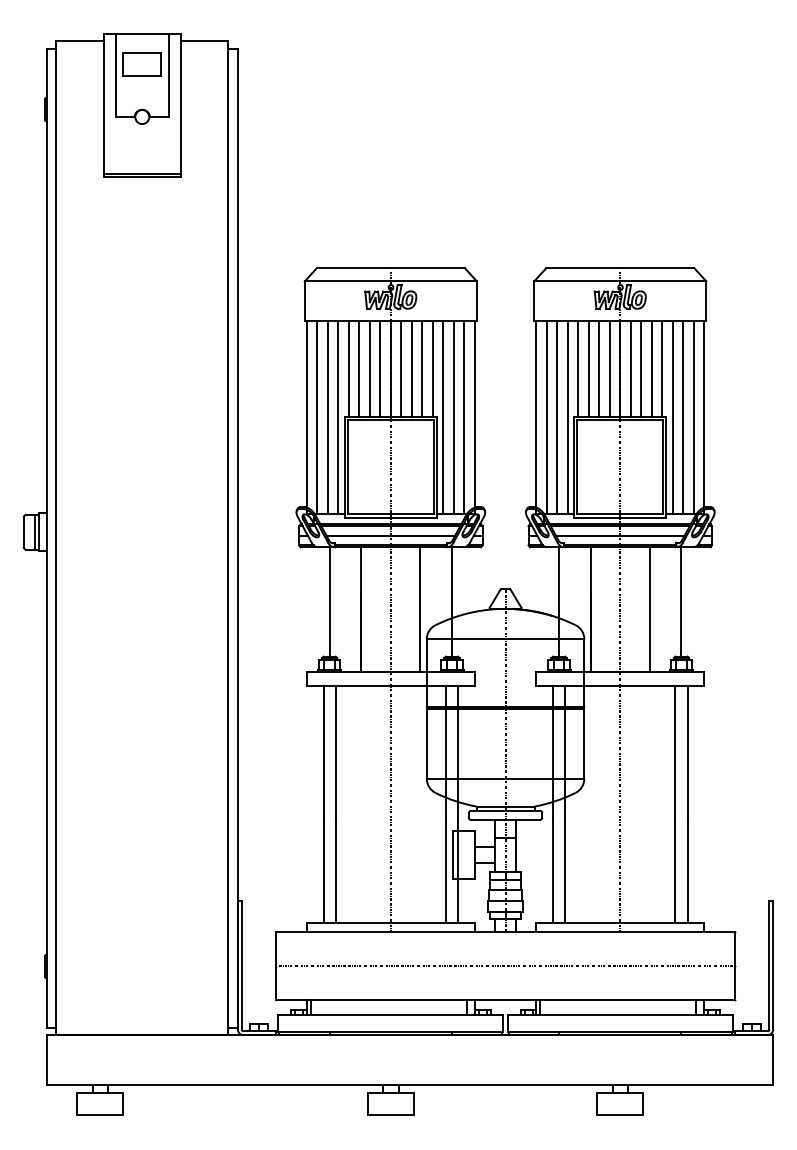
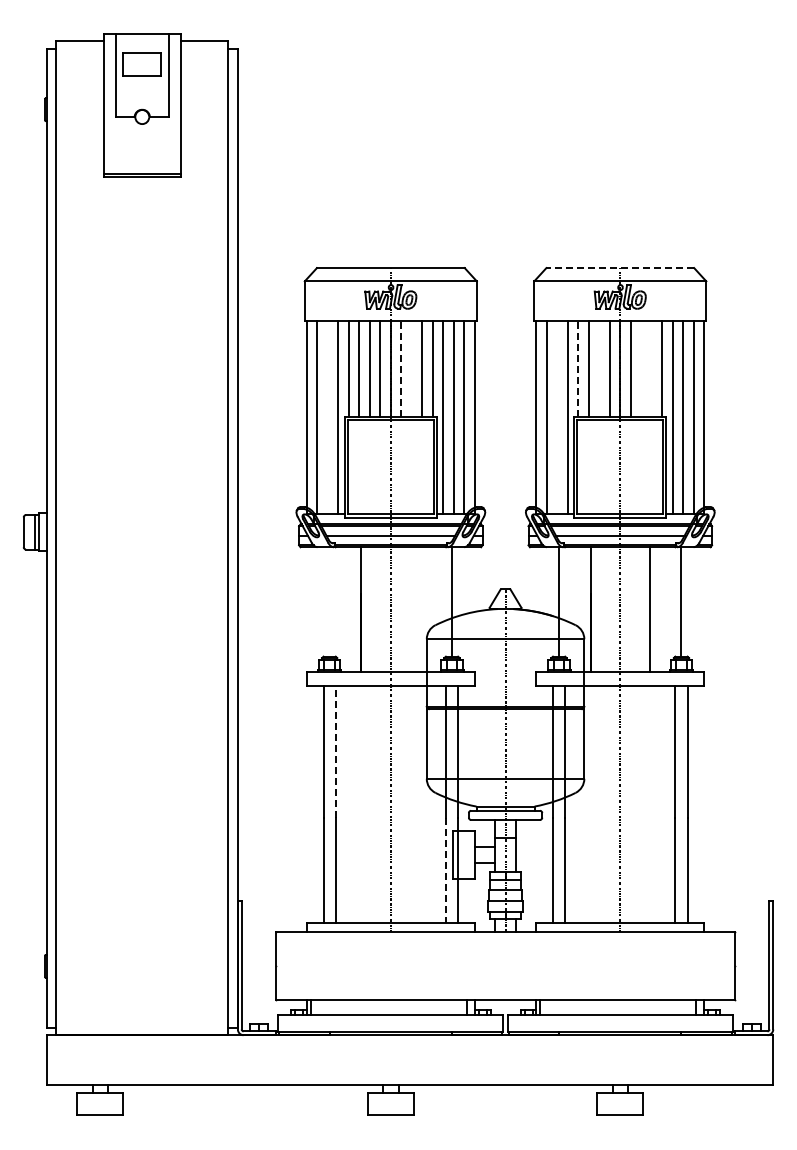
line at (620, 268): solid -> dashed
line at (411, 368): present -> none
line at (599, 368): present -> none
line at (641, 368): present -> none
line at (651, 368): present -> none
line at (401, 369): solid -> dashed
line at (578, 369): solid -> dashed
line at (327, 417): present -> none
line at (557, 417): present -> none
line at (329, 601): present -> none
line at (420, 609): present -> none
line at (335, 751): solid -> dashed
line at (445, 870): solid -> dashed
line at (505, 966): present -> none
